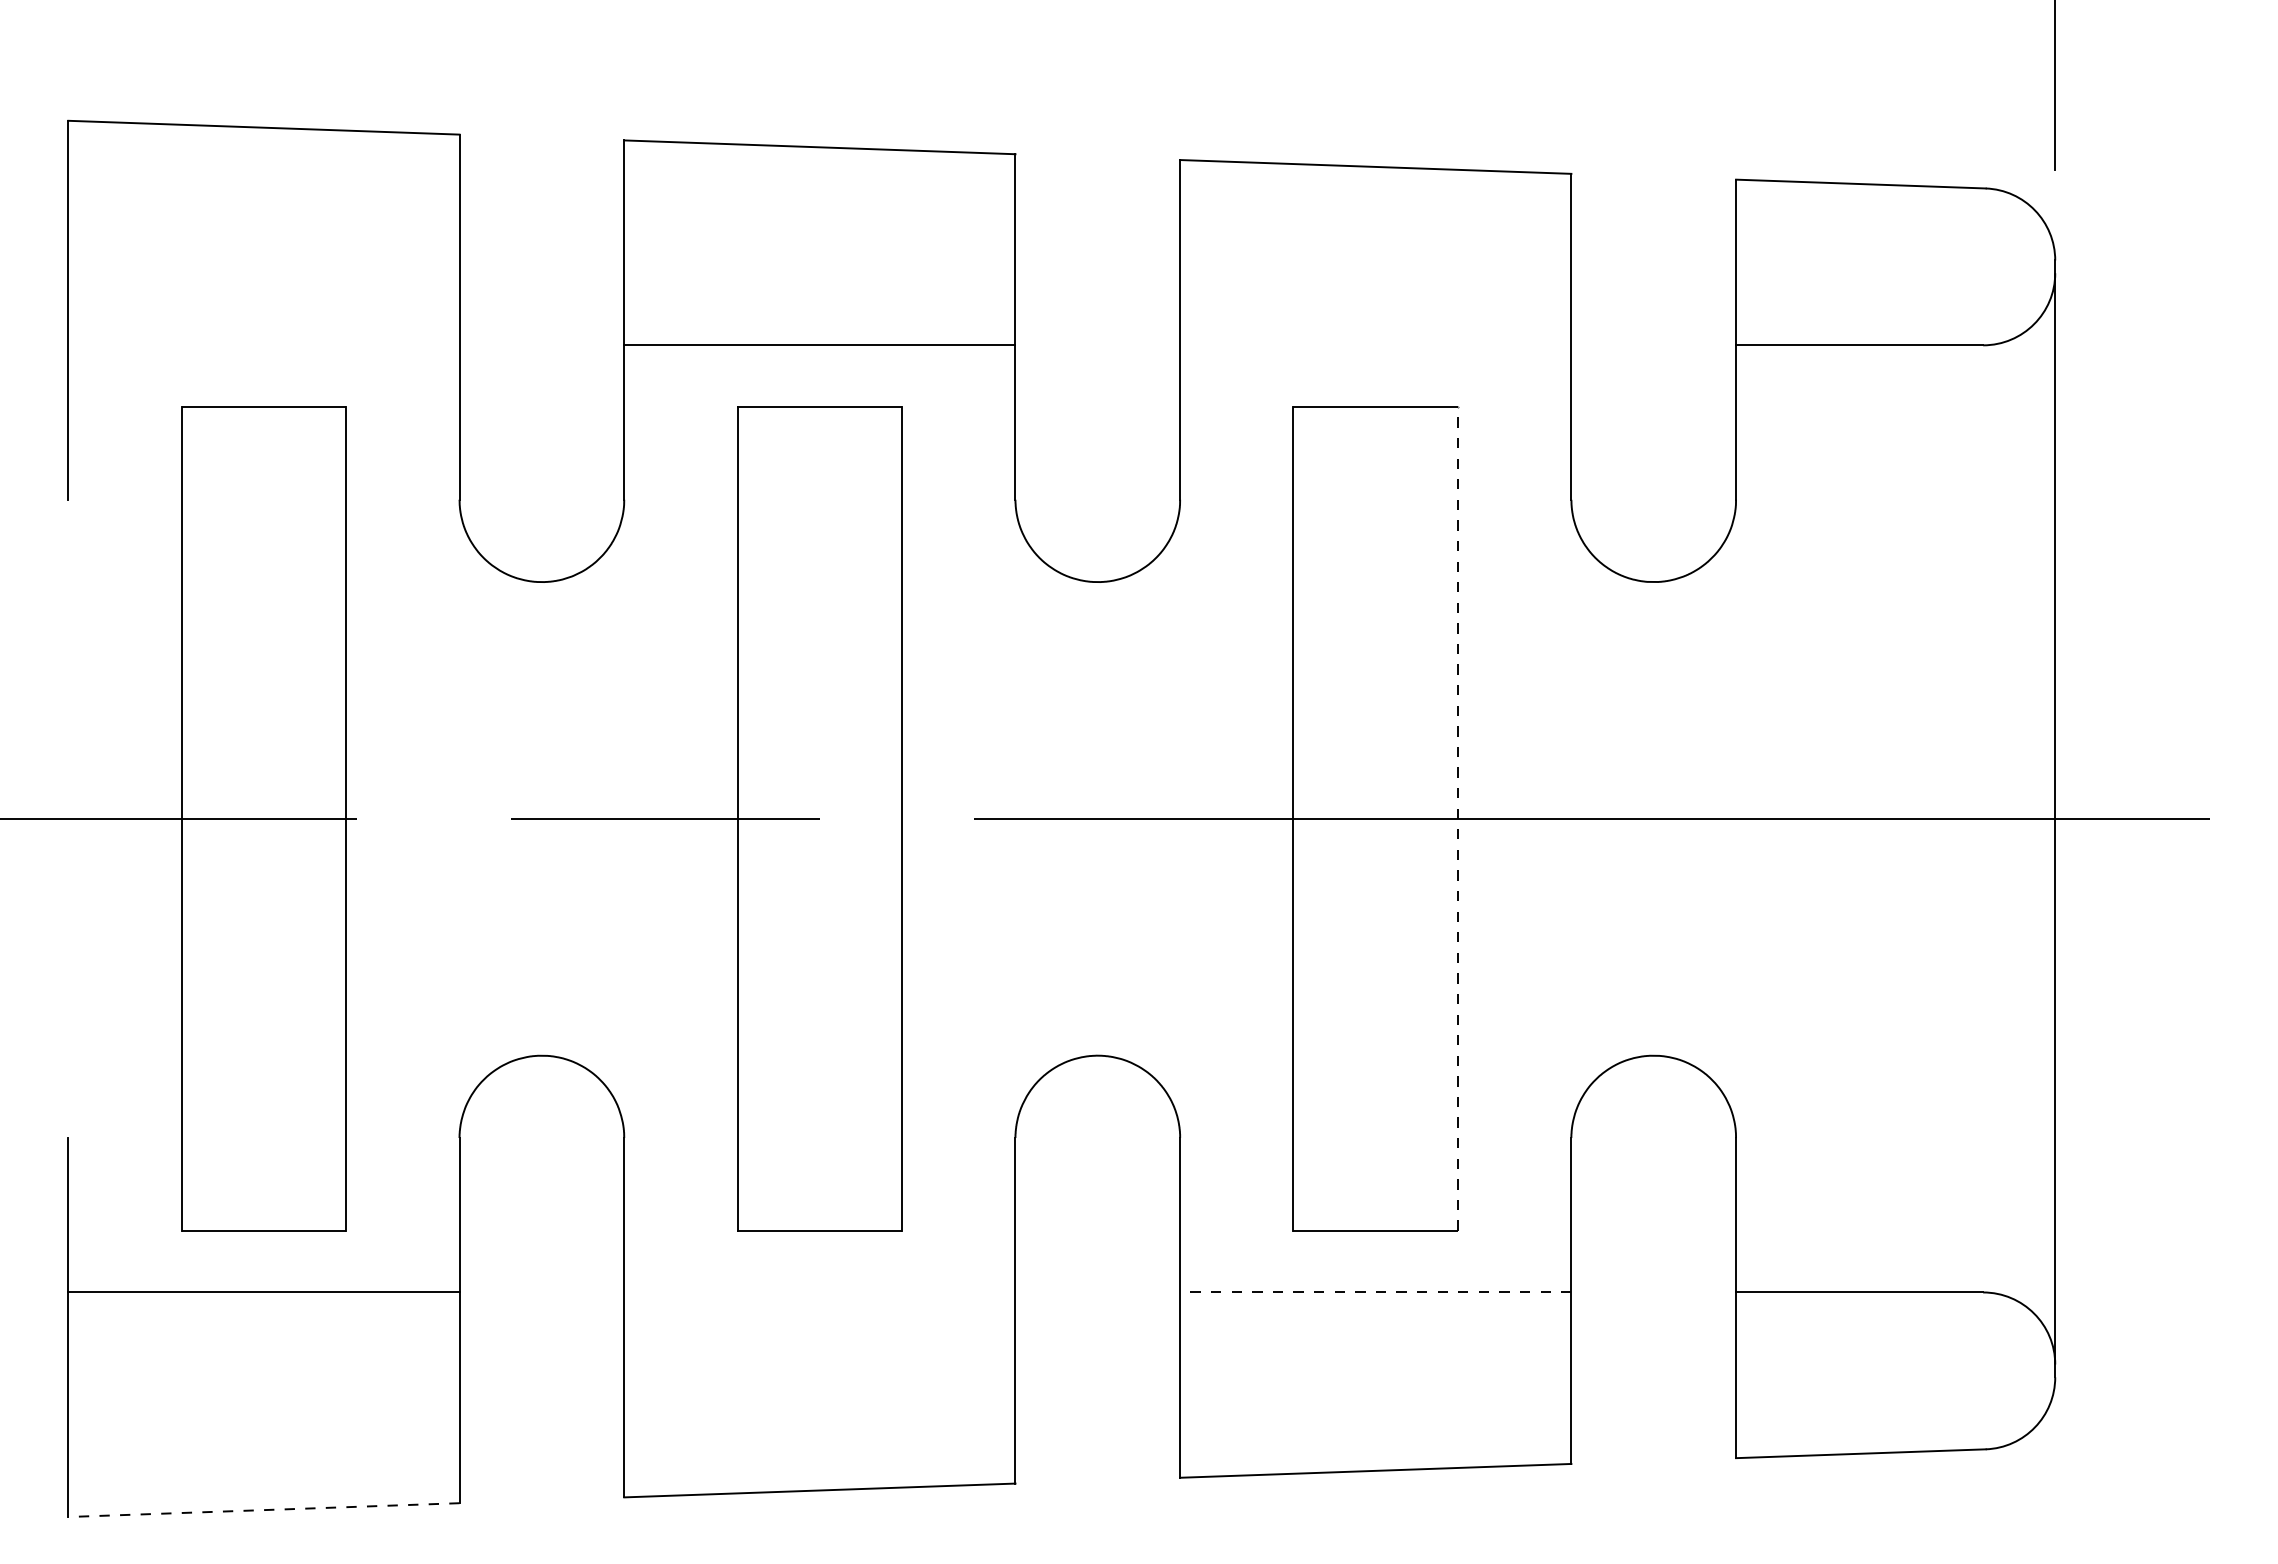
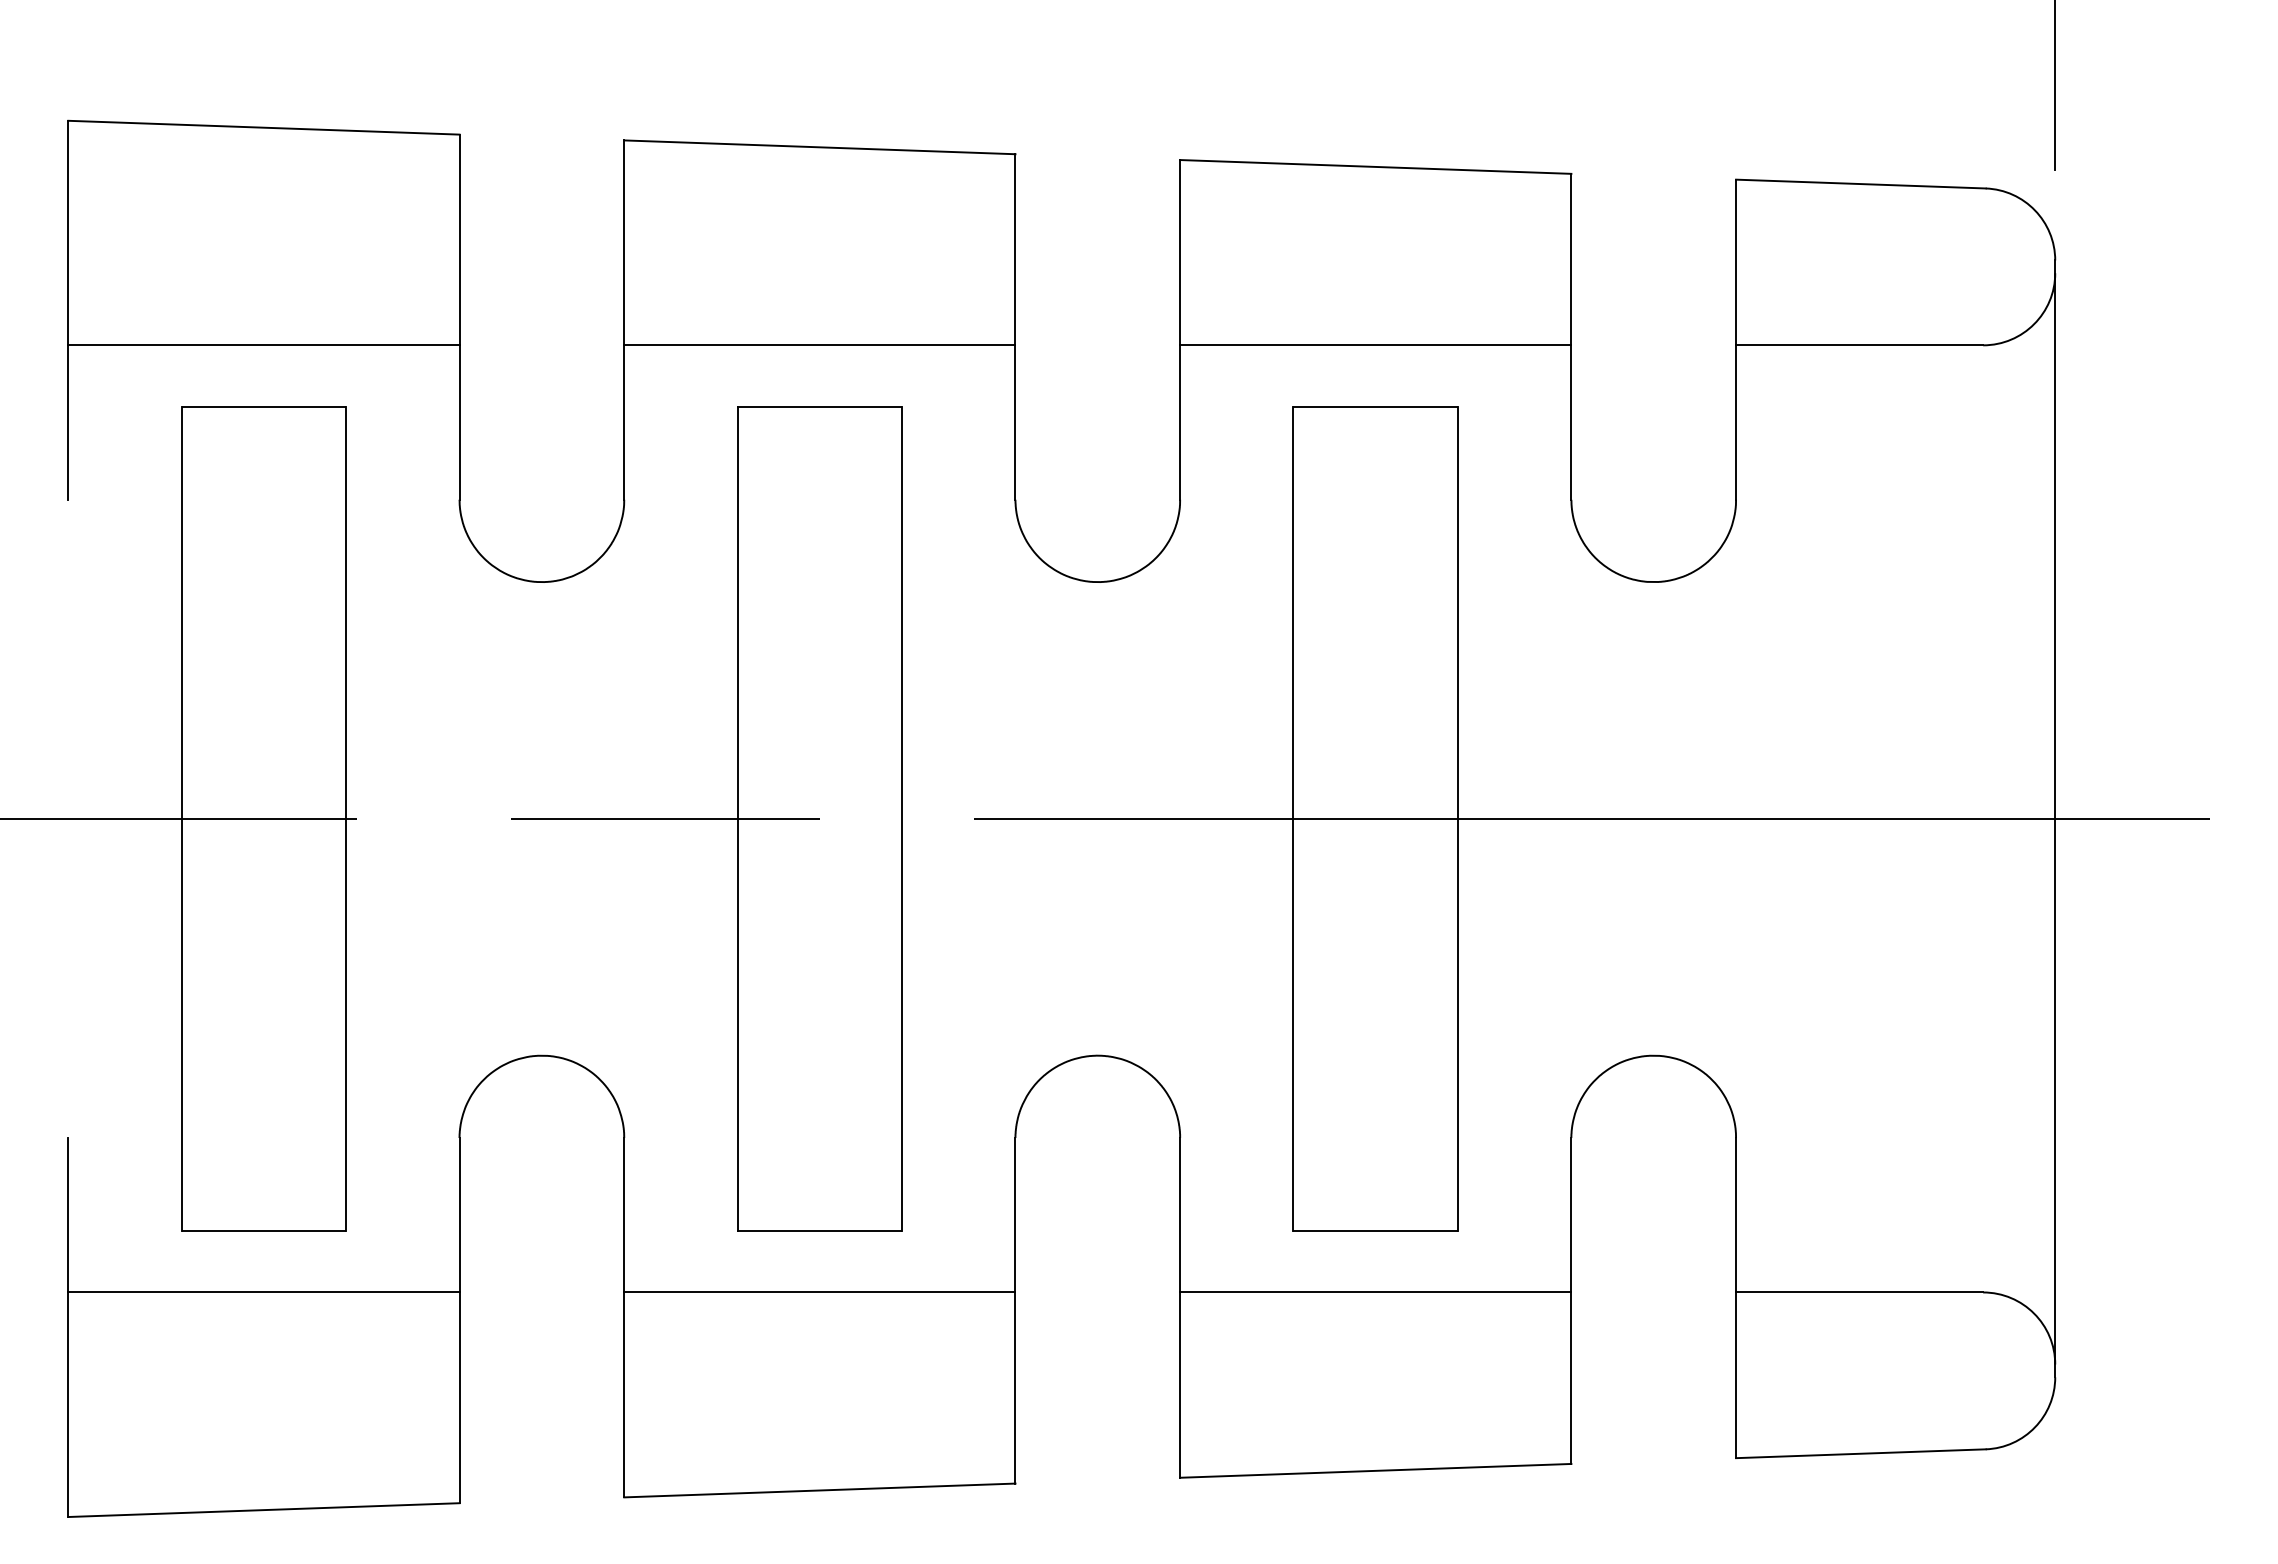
line at (263, 345): none -> present
line at (1375, 345): none -> present
line at (1458, 818): dashed -> solid
line at (819, 1292): none -> present
line at (1375, 1292): dashed -> solid
line at (263, 1510): dashed -> solid
